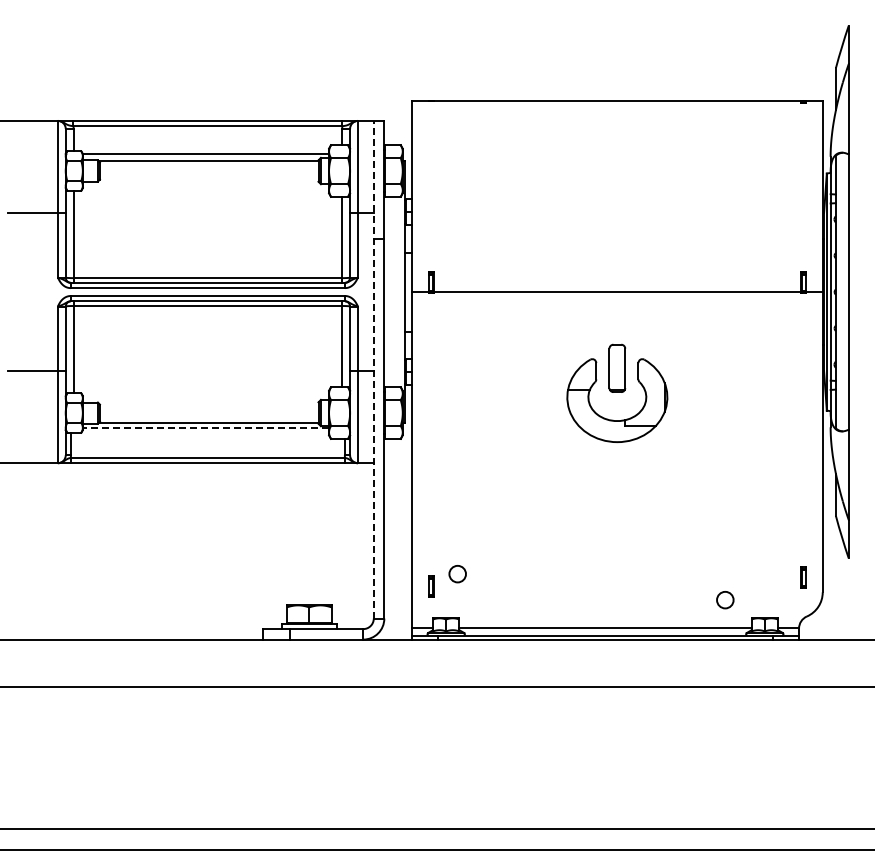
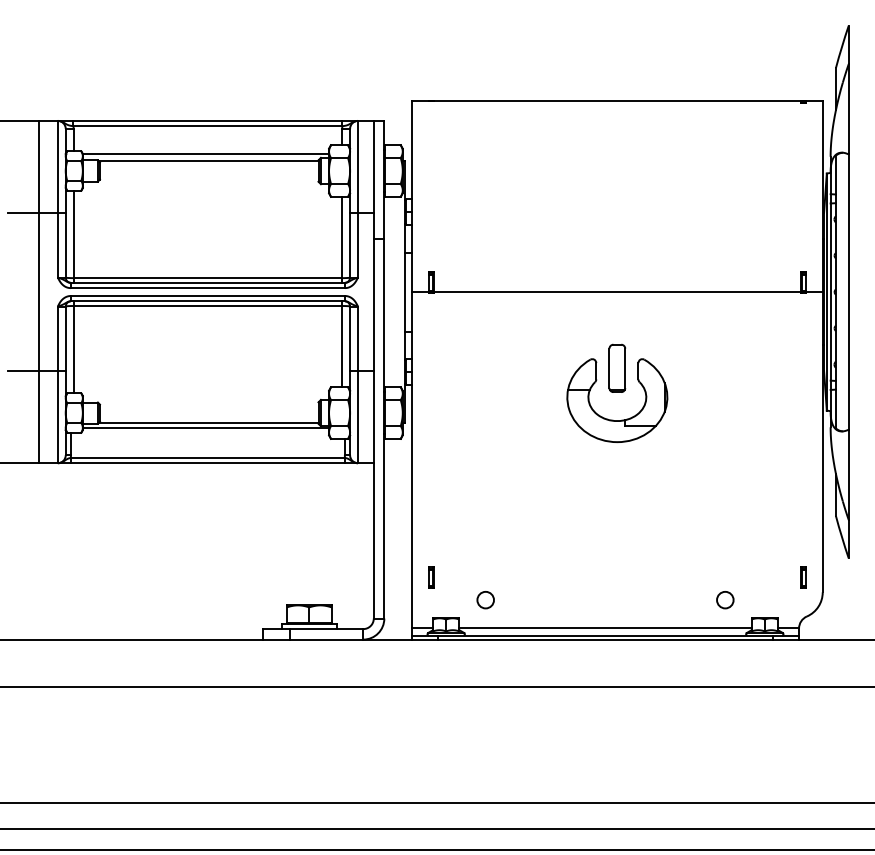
line at (39, 291): none -> present
line at (373, 369): dashed -> solid
line at (205, 428): dashed -> solid
circle at (457, 574) position: (457, 574) -> (485, 600)
part at (431, 586) position: (431, 586) -> (431, 577)
line at (436, 802): none -> present
